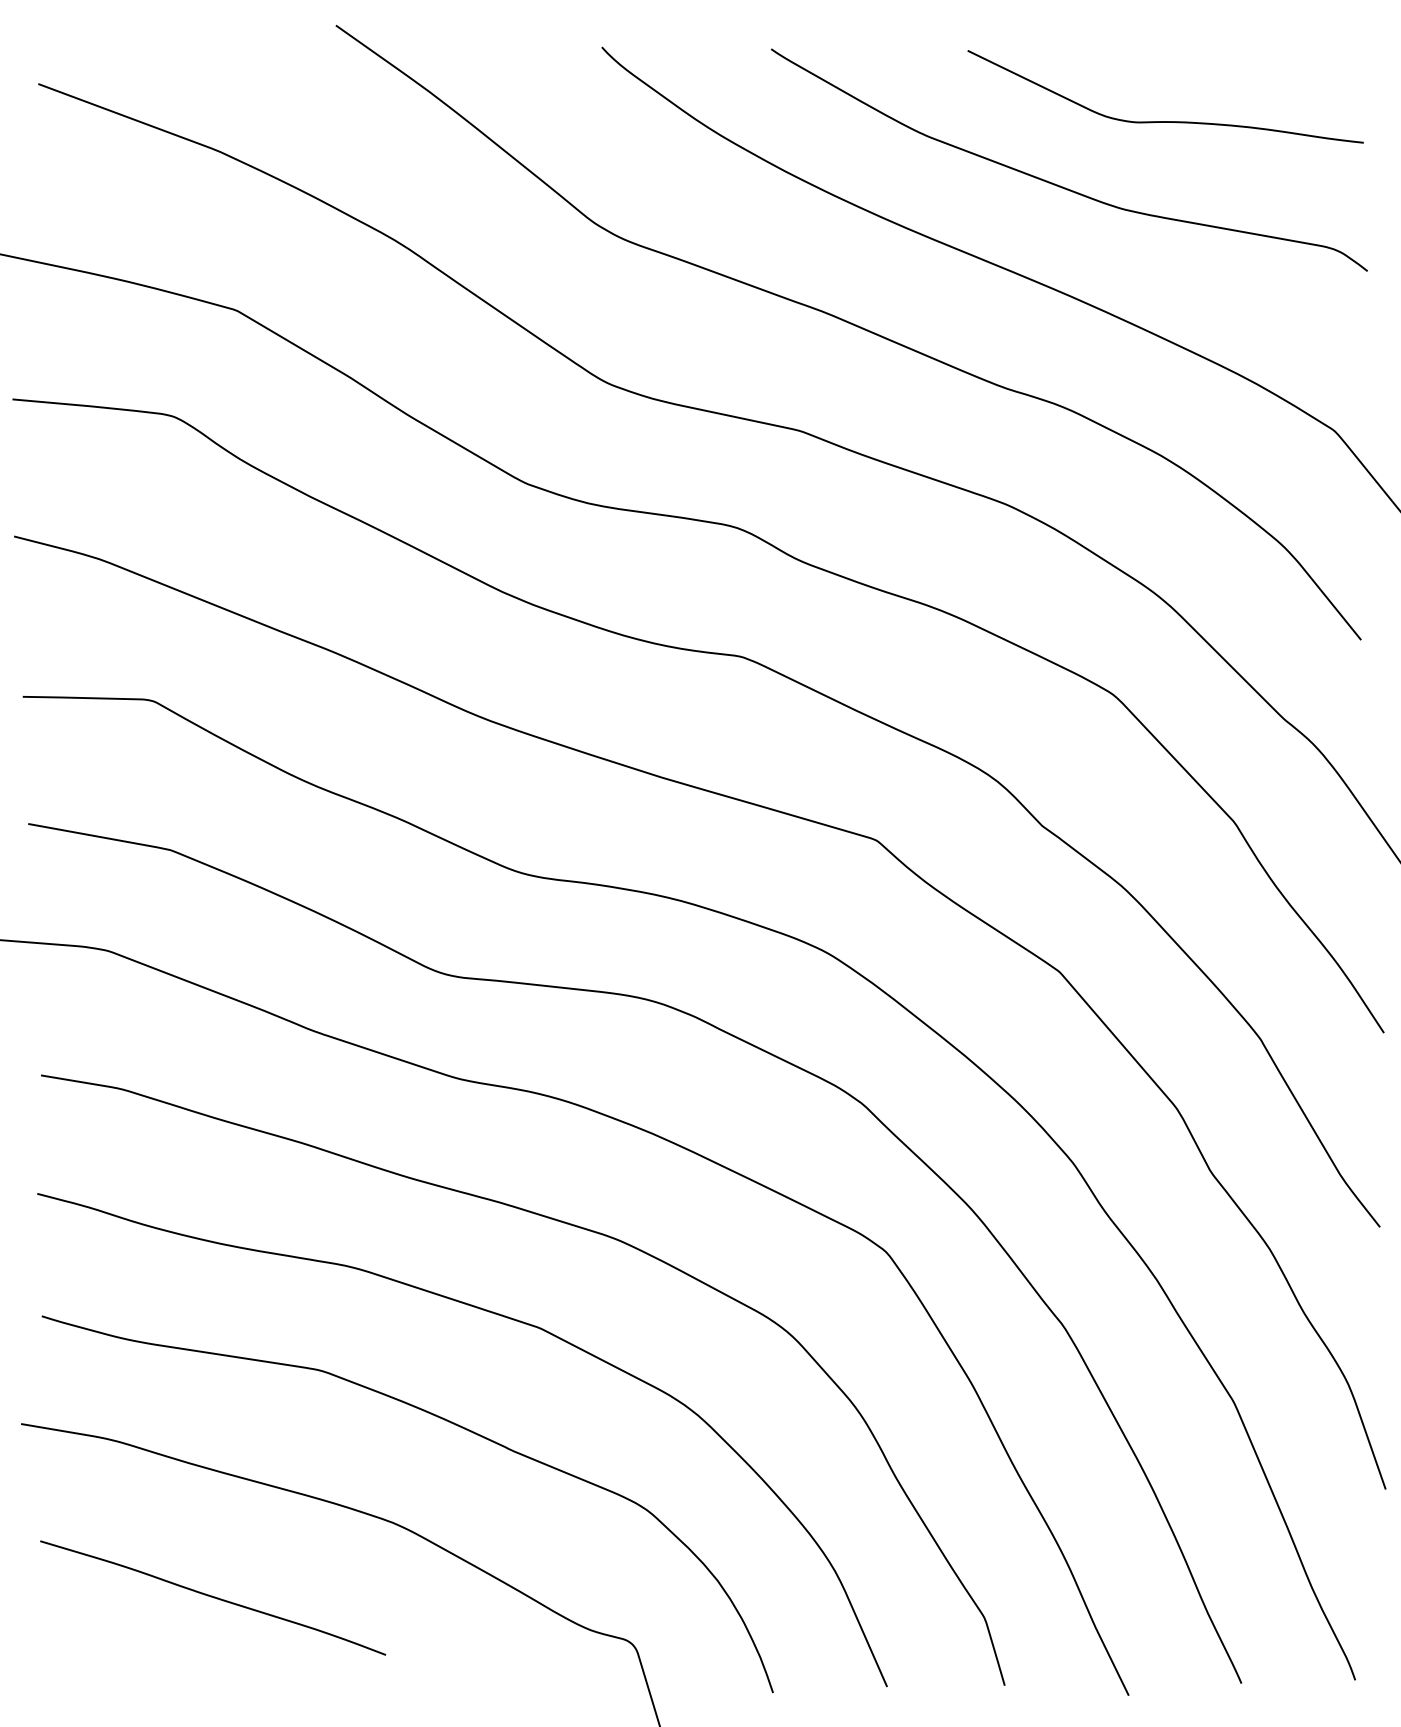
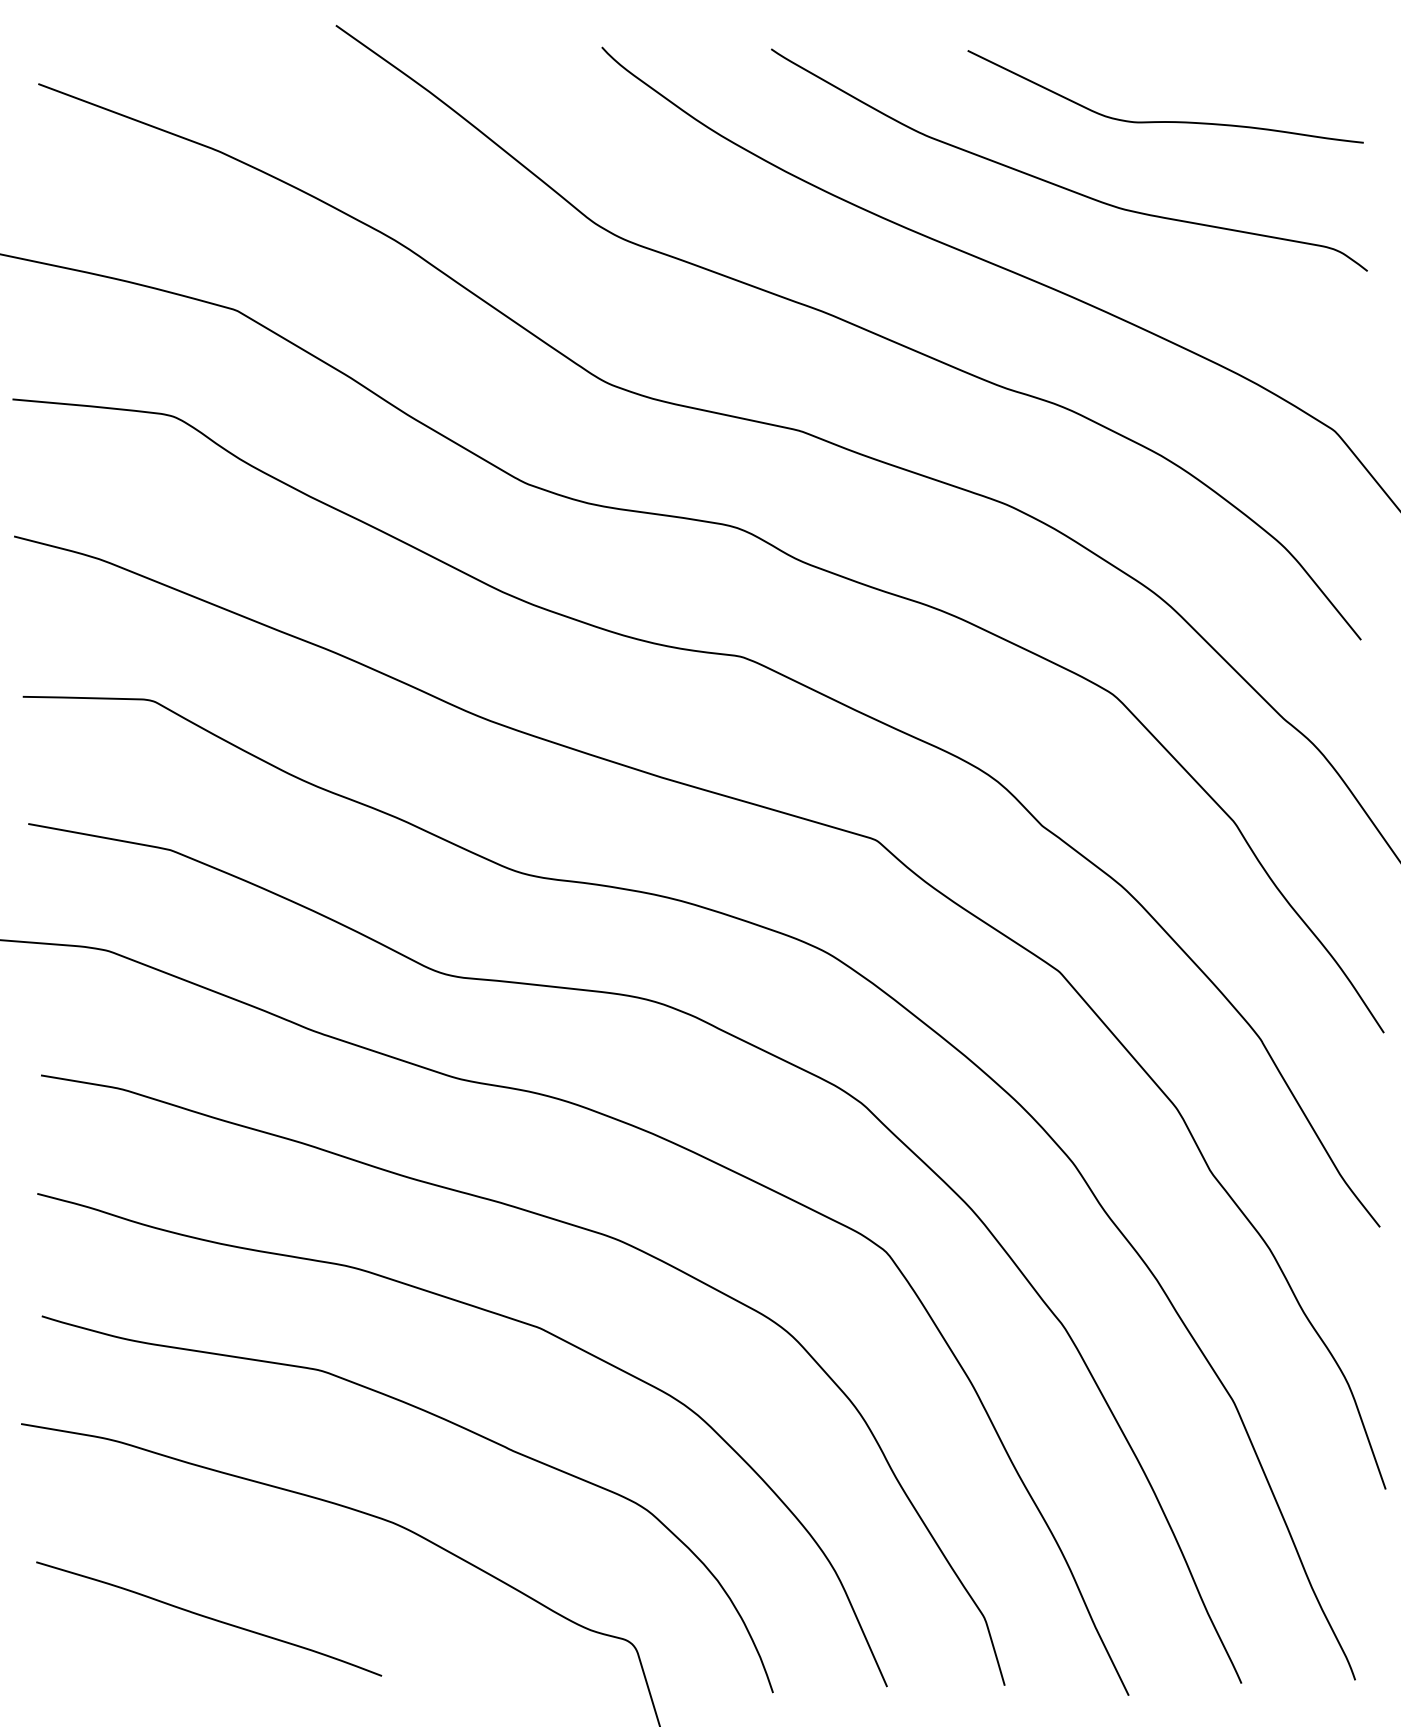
curve at (213, 1597) position: (213, 1597) -> (209, 1618)
